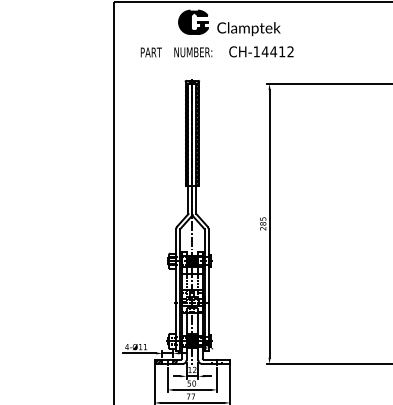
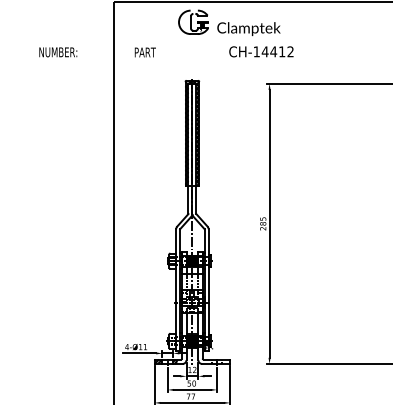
fill at (193, 22): present -> none
text at (150, 52) position: (150, 52) -> (144, 52)
text at (193, 52) position: (193, 52) -> (58, 52)
